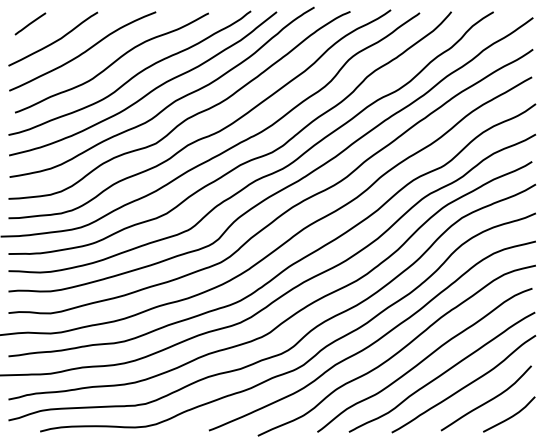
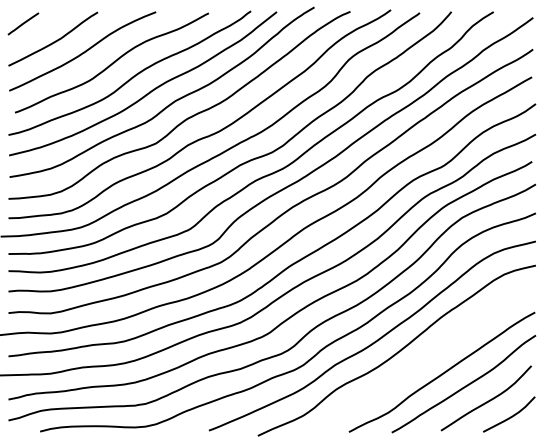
line at (30, 23) position: (30, 23) -> (23, 23)
curve at (424, 360): present -> none
